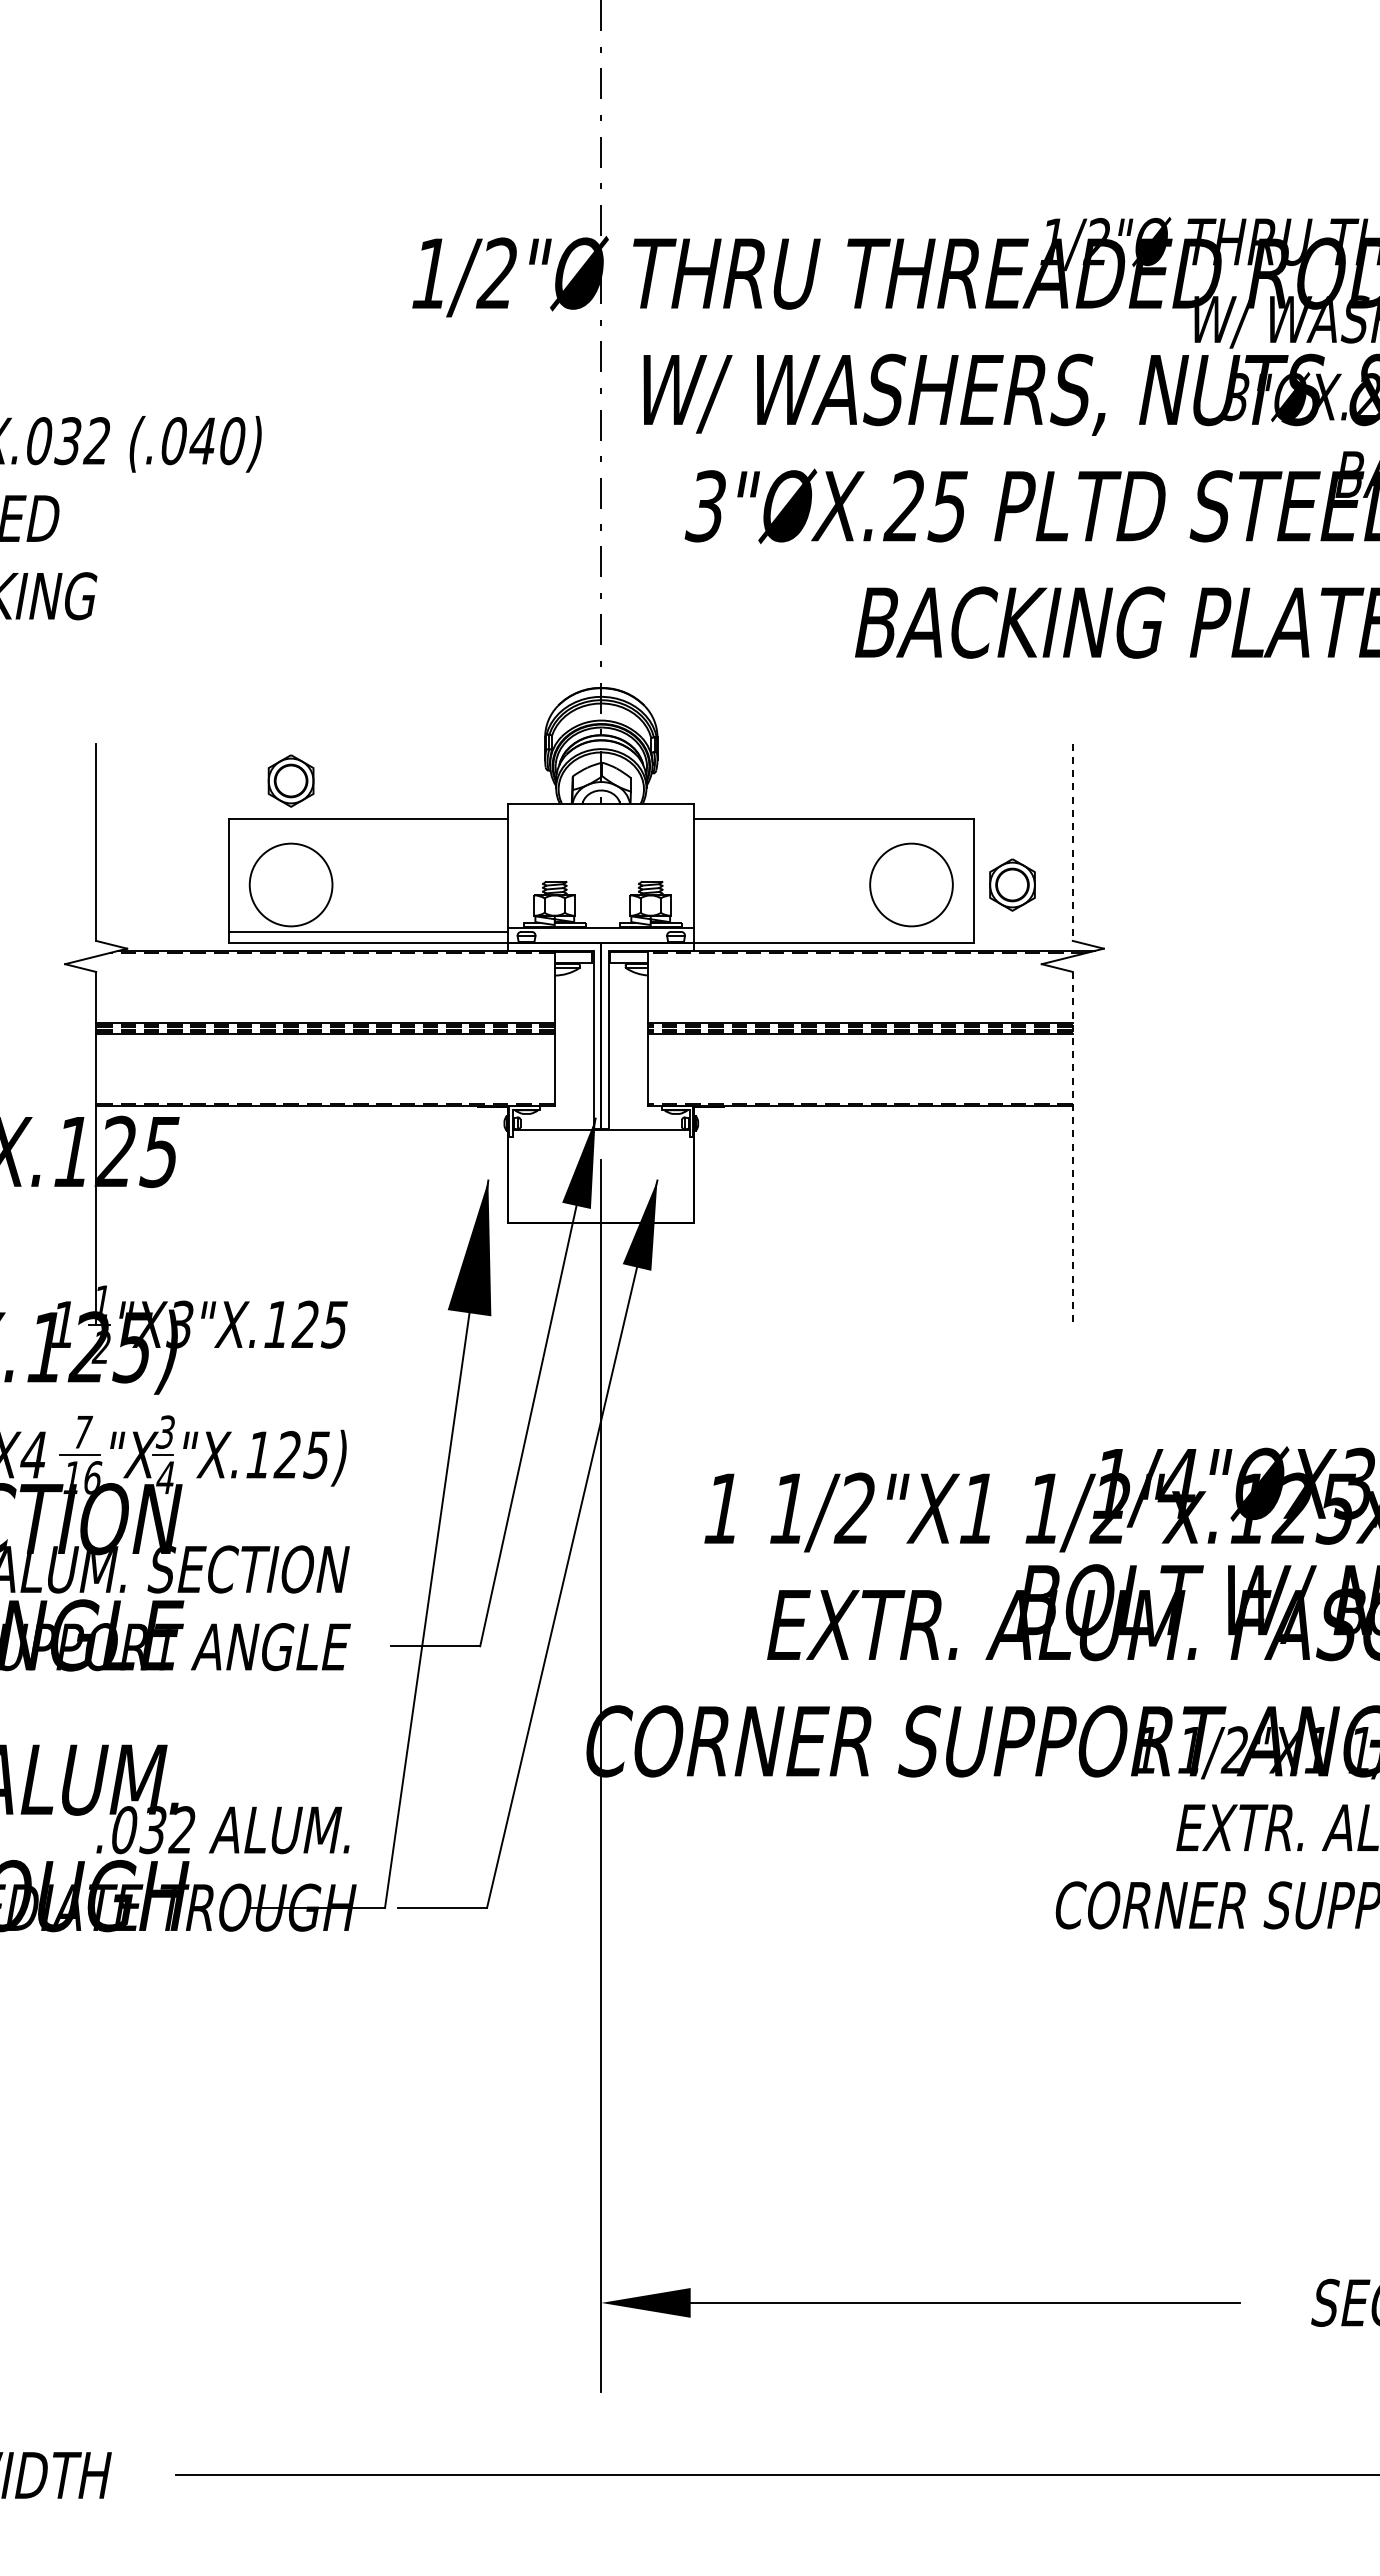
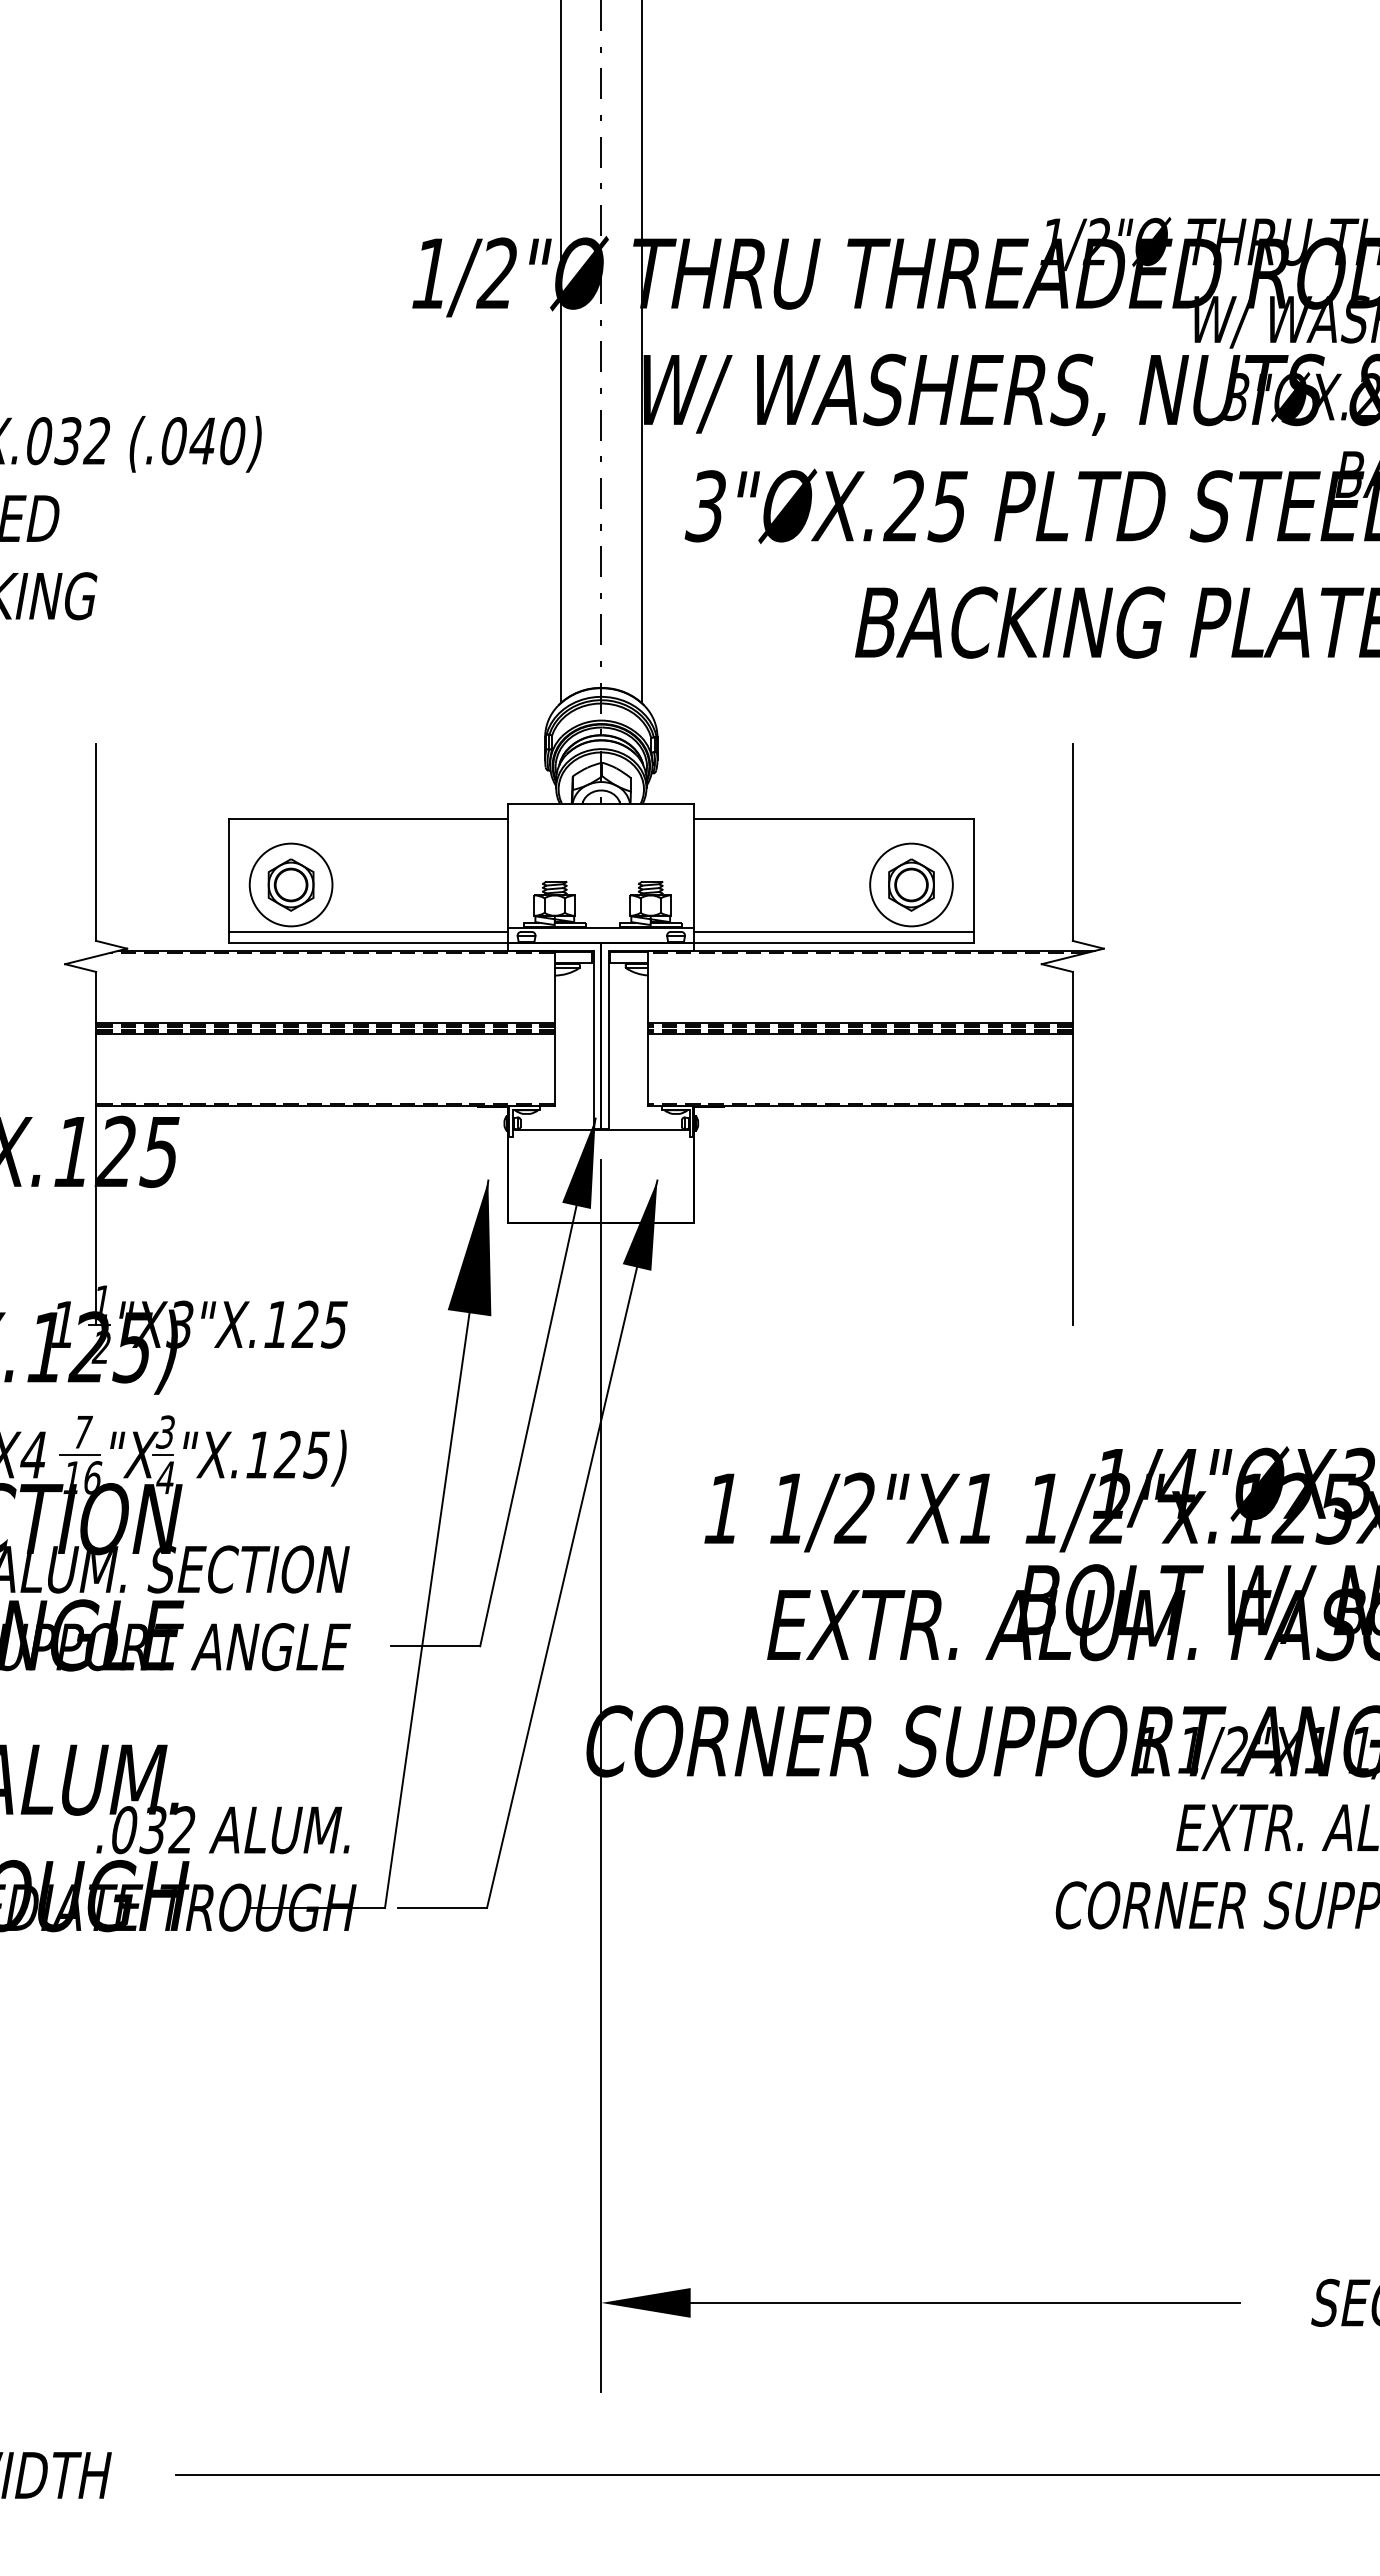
line at (560, 352): none -> present
line at (642, 352): none -> present
part at (290, 780) position: (290, 780) -> (290, 884)
line at (1072, 842): dashed -> solid
part at (1012, 884) position: (1012, 884) -> (911, 884)
line at (833, 931): none -> present
line at (1072, 1148): dashed -> solid
